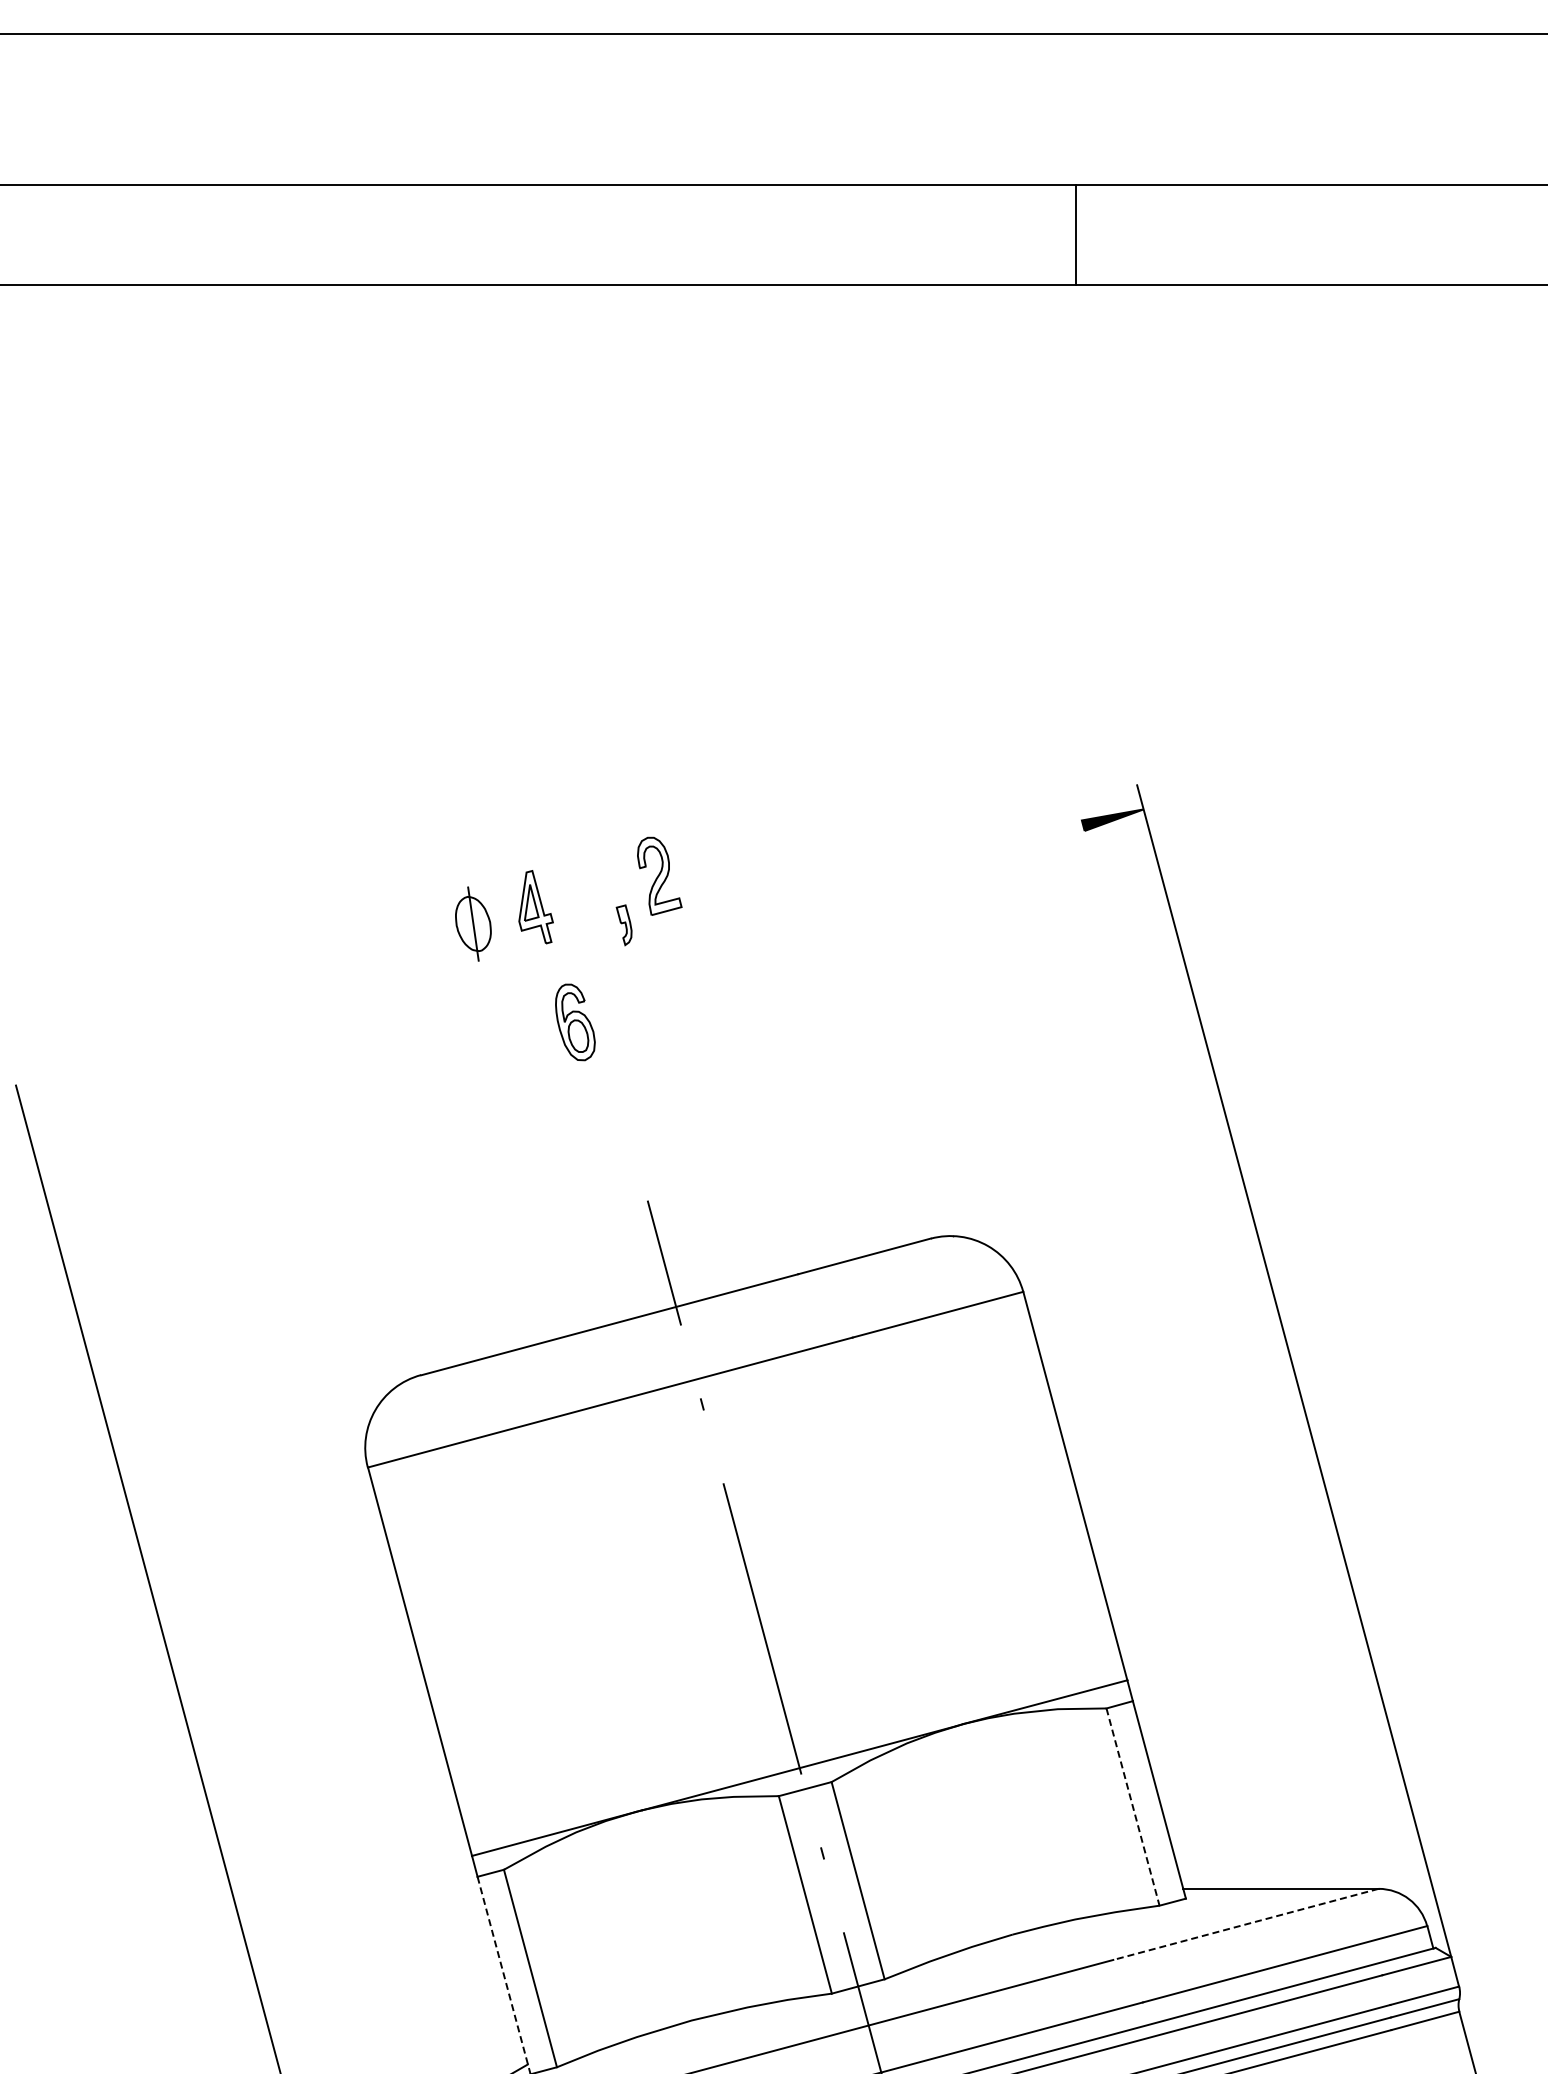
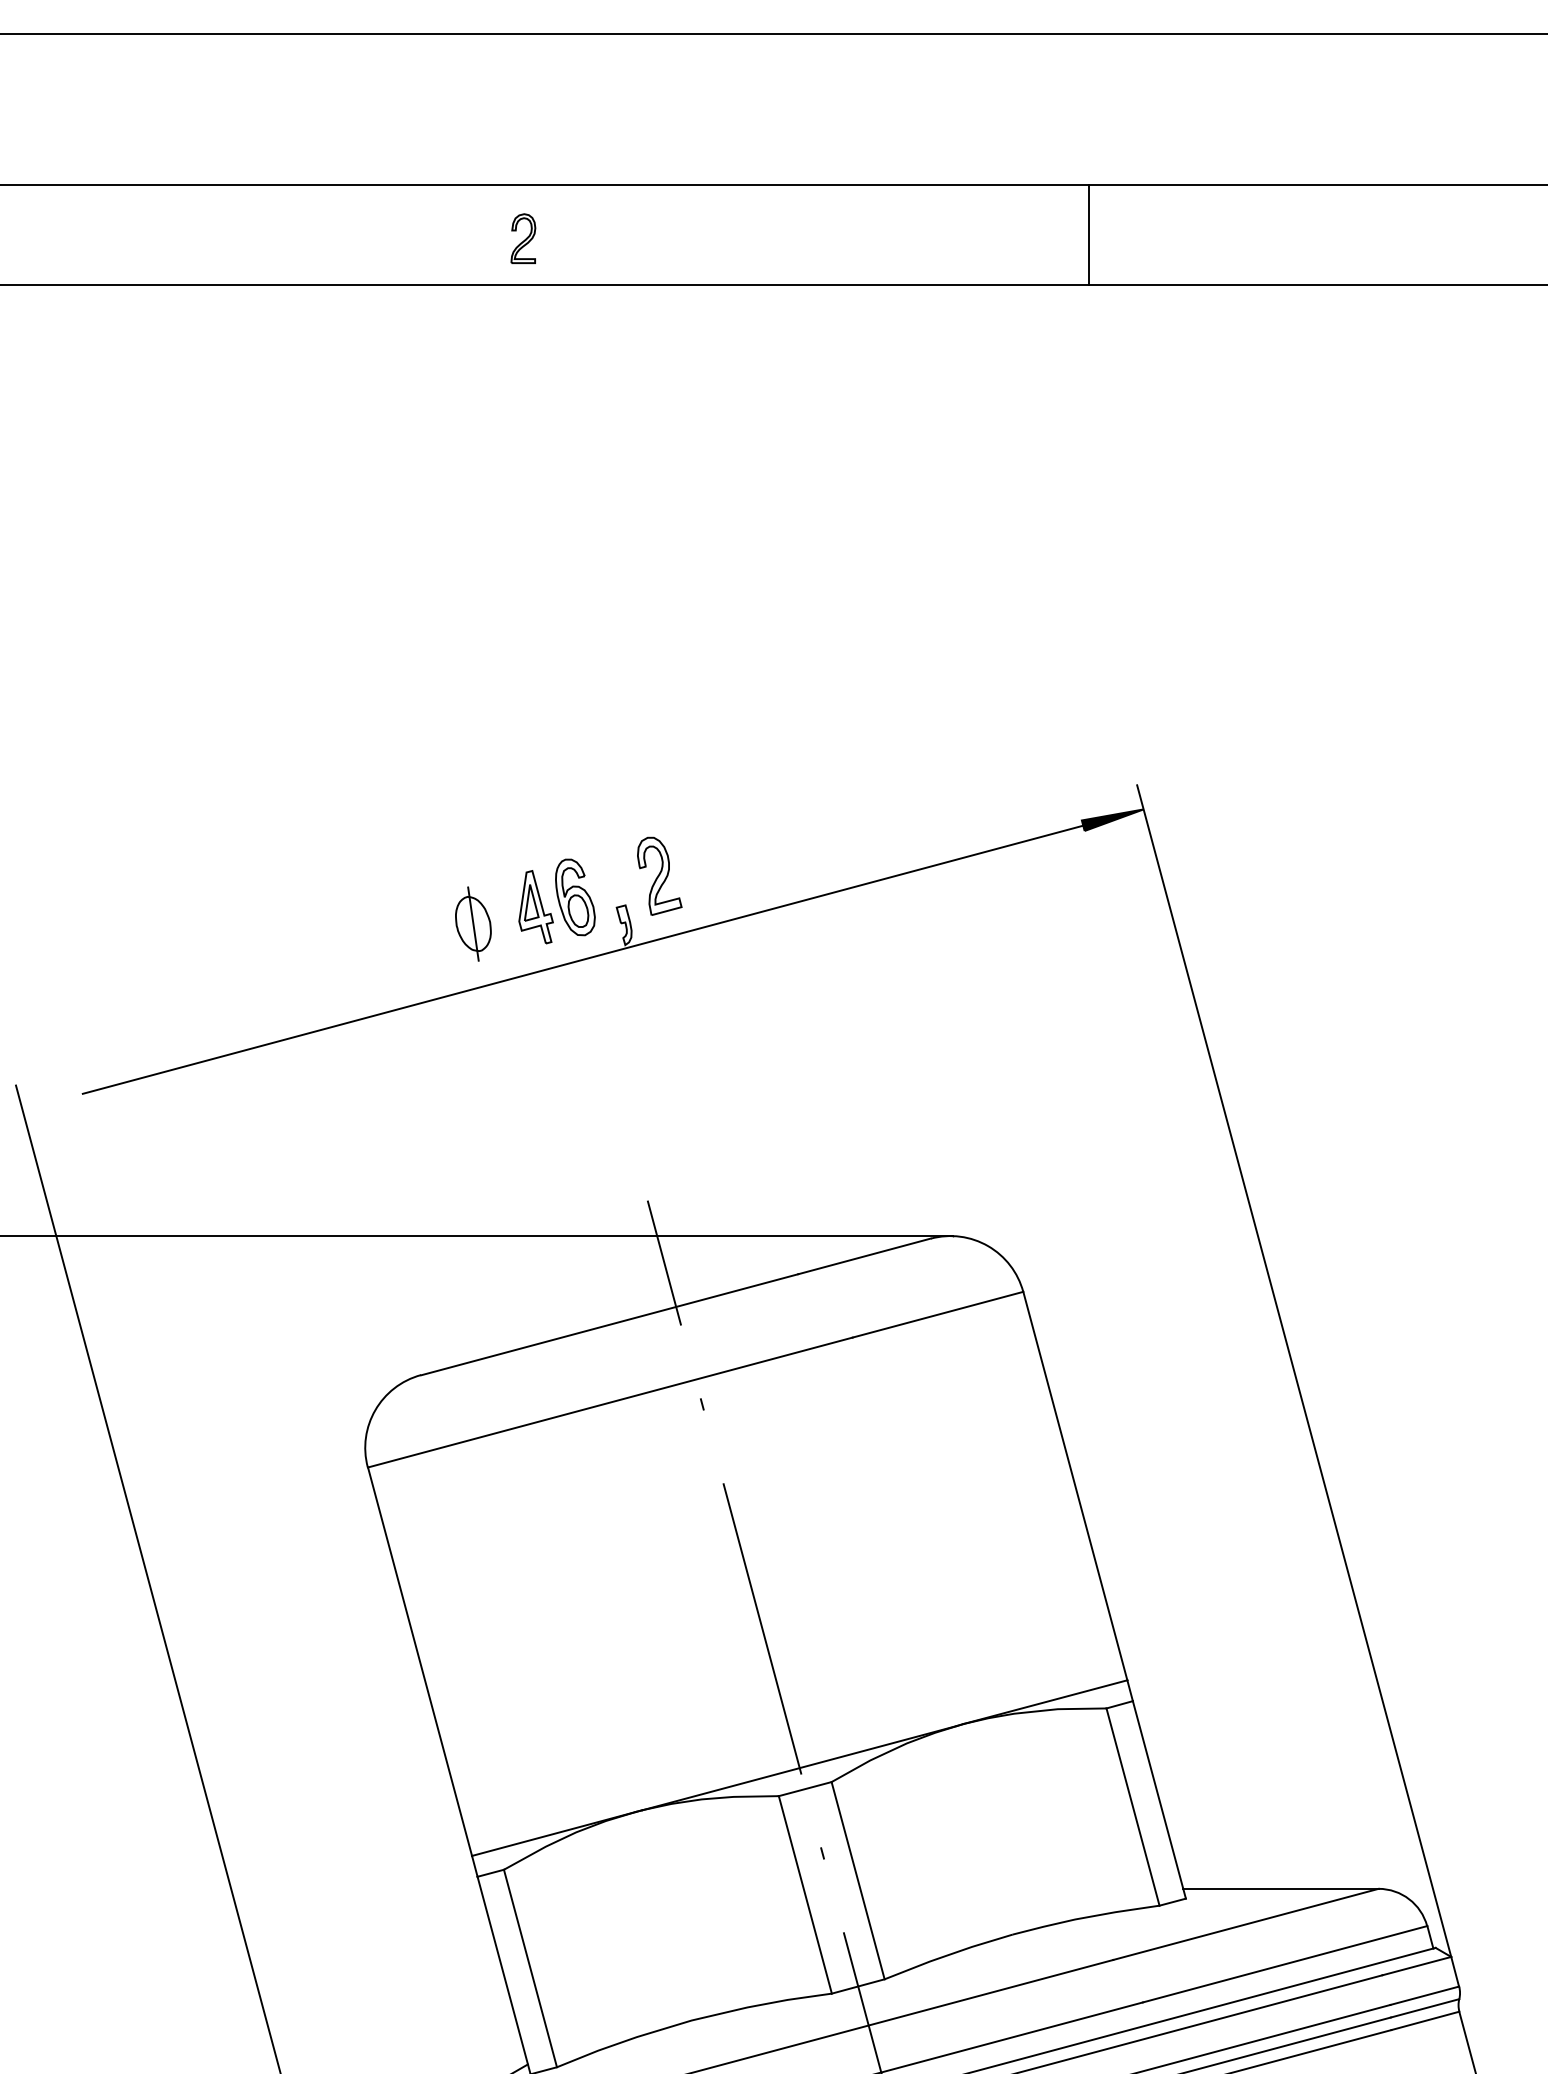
line at (1075, 234) position: (1075, 234) -> (1088, 234)
part at (523, 238): none -> present
line at (582, 959): none -> present
part at (575, 1022) position: (575, 1022) -> (575, 897)
line at (477, 1236): none -> present
line at (1133, 1807): dashed -> solid
line at (1245, 1924): dashed -> solid
line at (503, 1975): dashed -> solid
